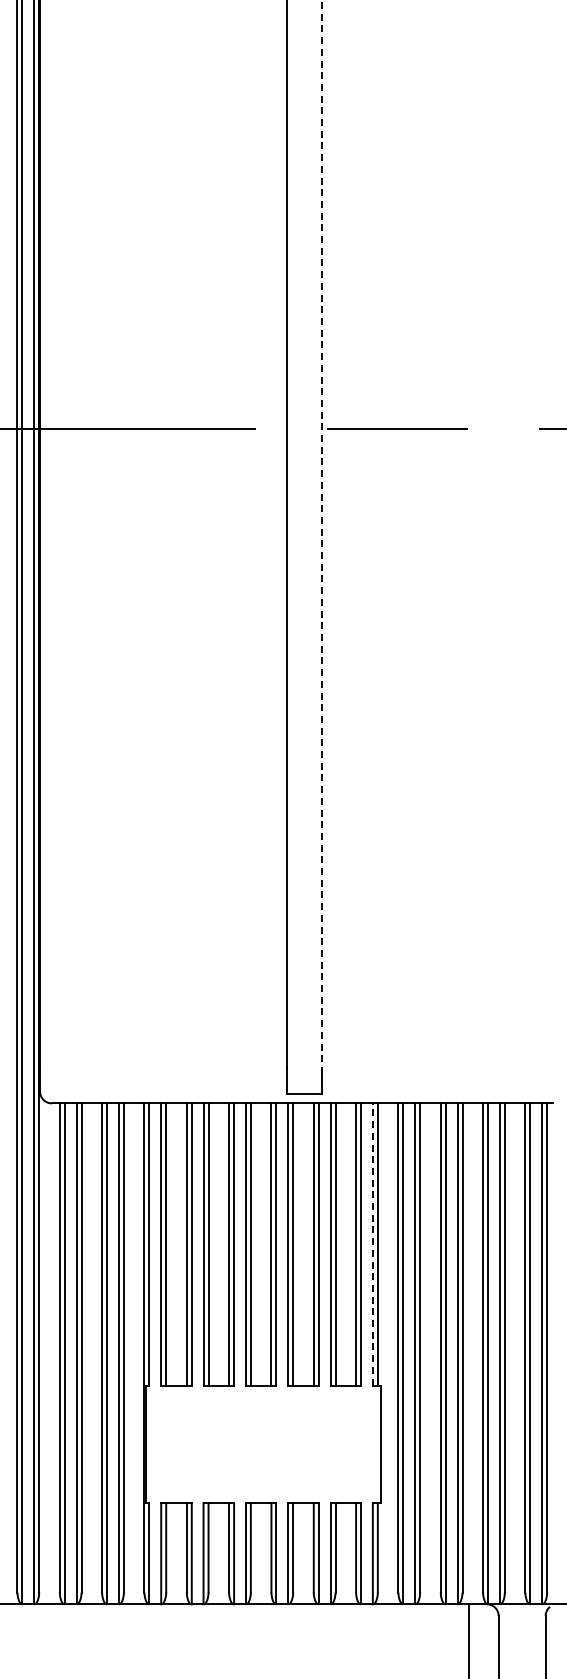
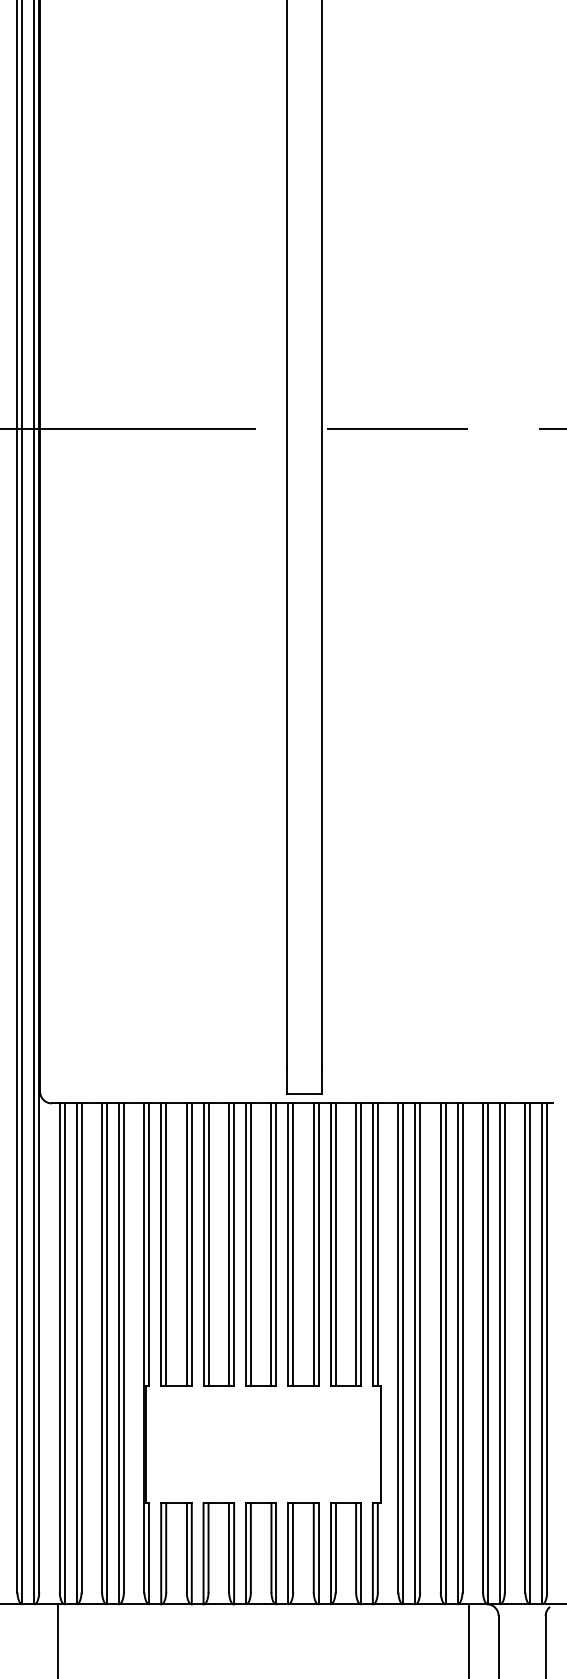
line at (322, 534): dashed -> solid
line at (372, 1244): dashed -> solid
line at (57, 1639): none -> present
